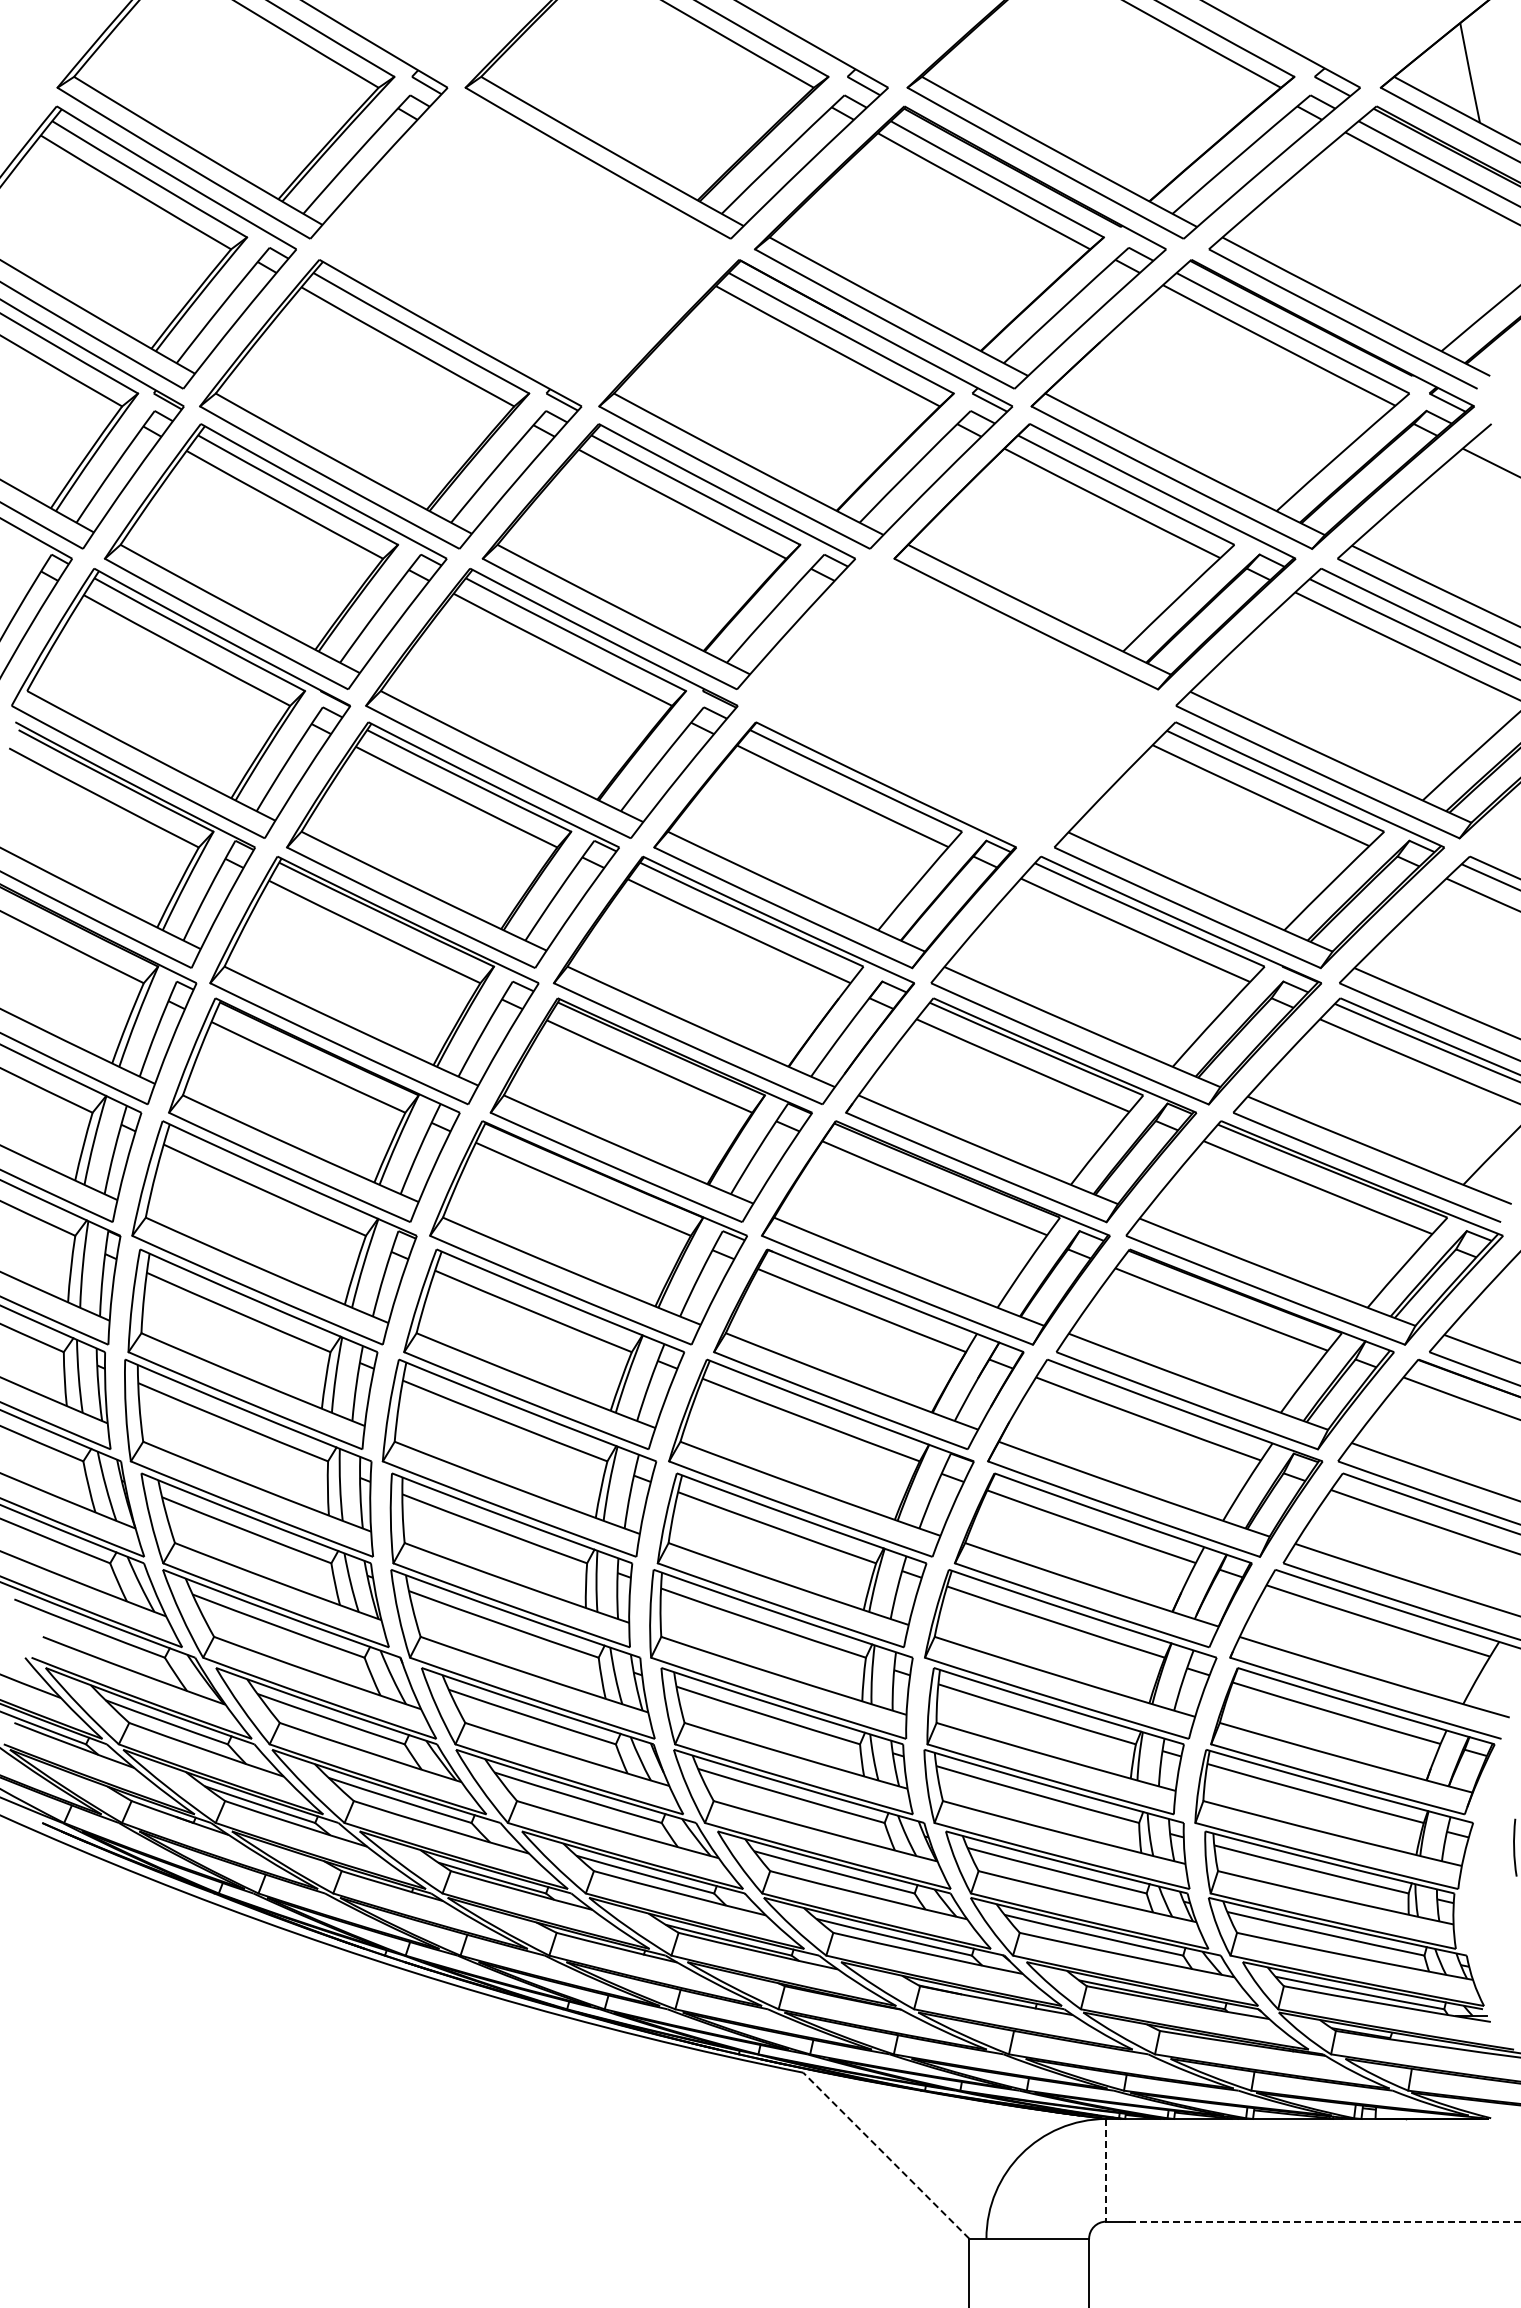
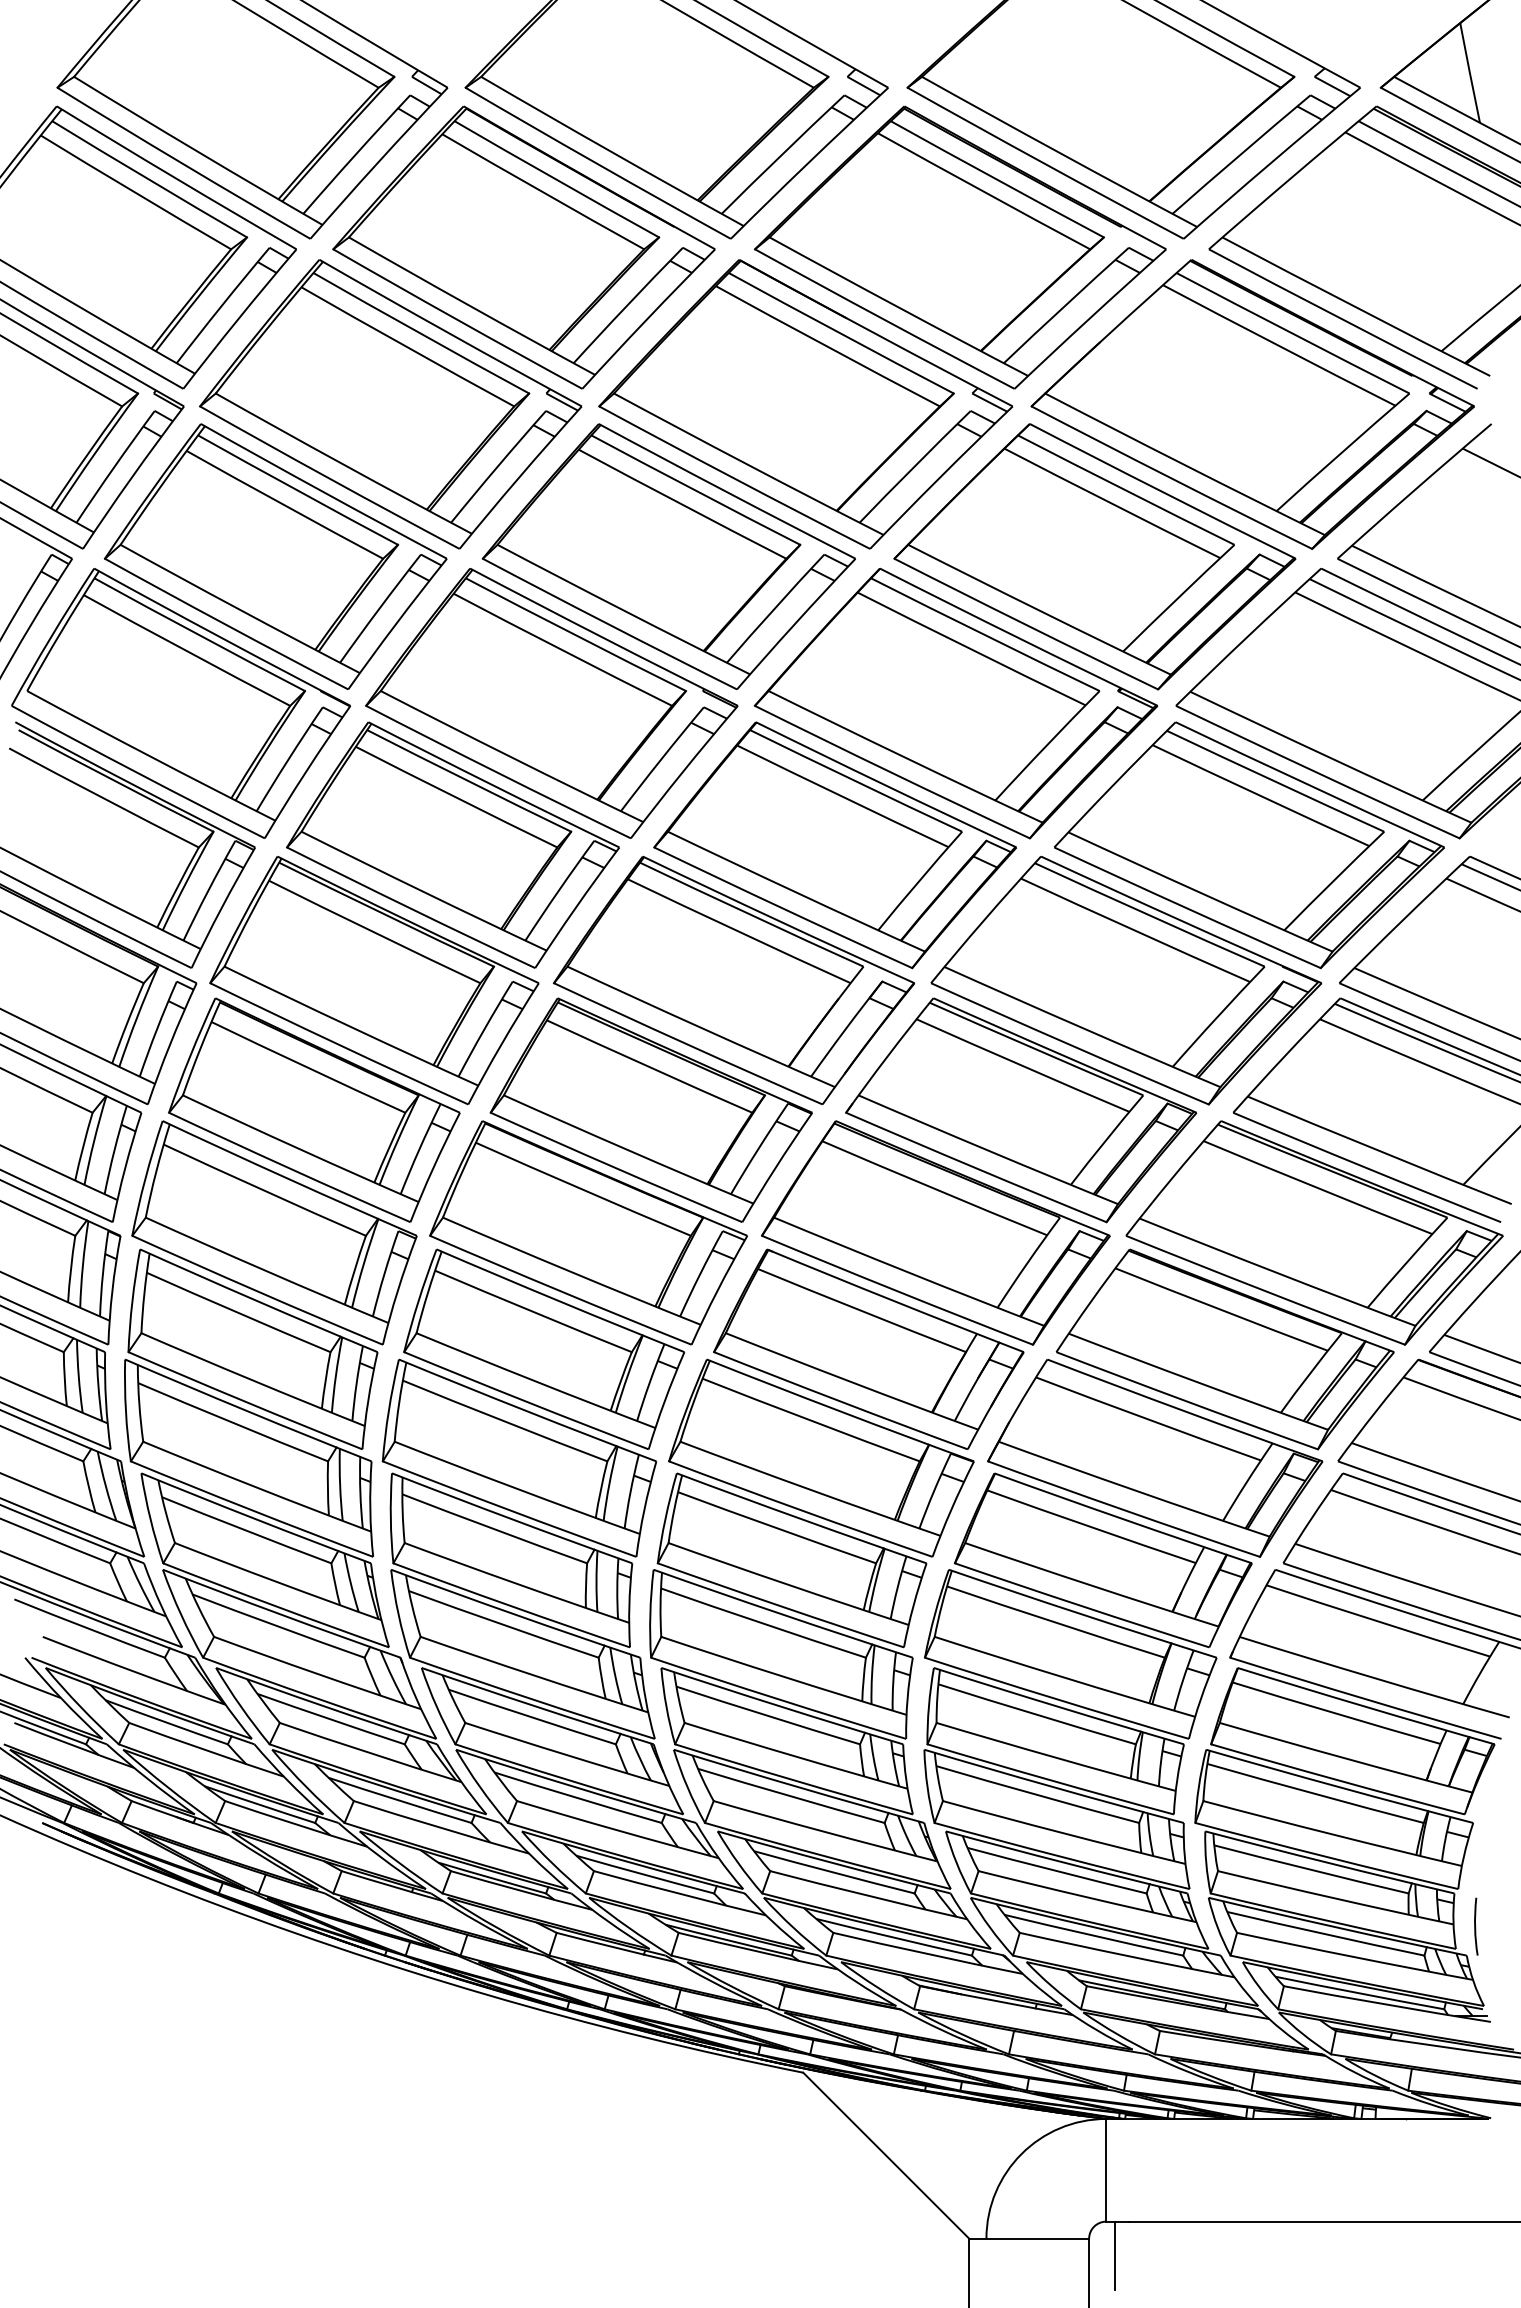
part at (523, 247): none -> present
part at (955, 703): none -> present
curve at (1514, 1847) position: (1514, 1847) -> (1475, 1926)
line at (885, 2155): dashed -> solid
line at (1106, 2170): dashed -> solid
line at (1324, 2221): dashed -> solid
line at (1114, 2255): none -> present
